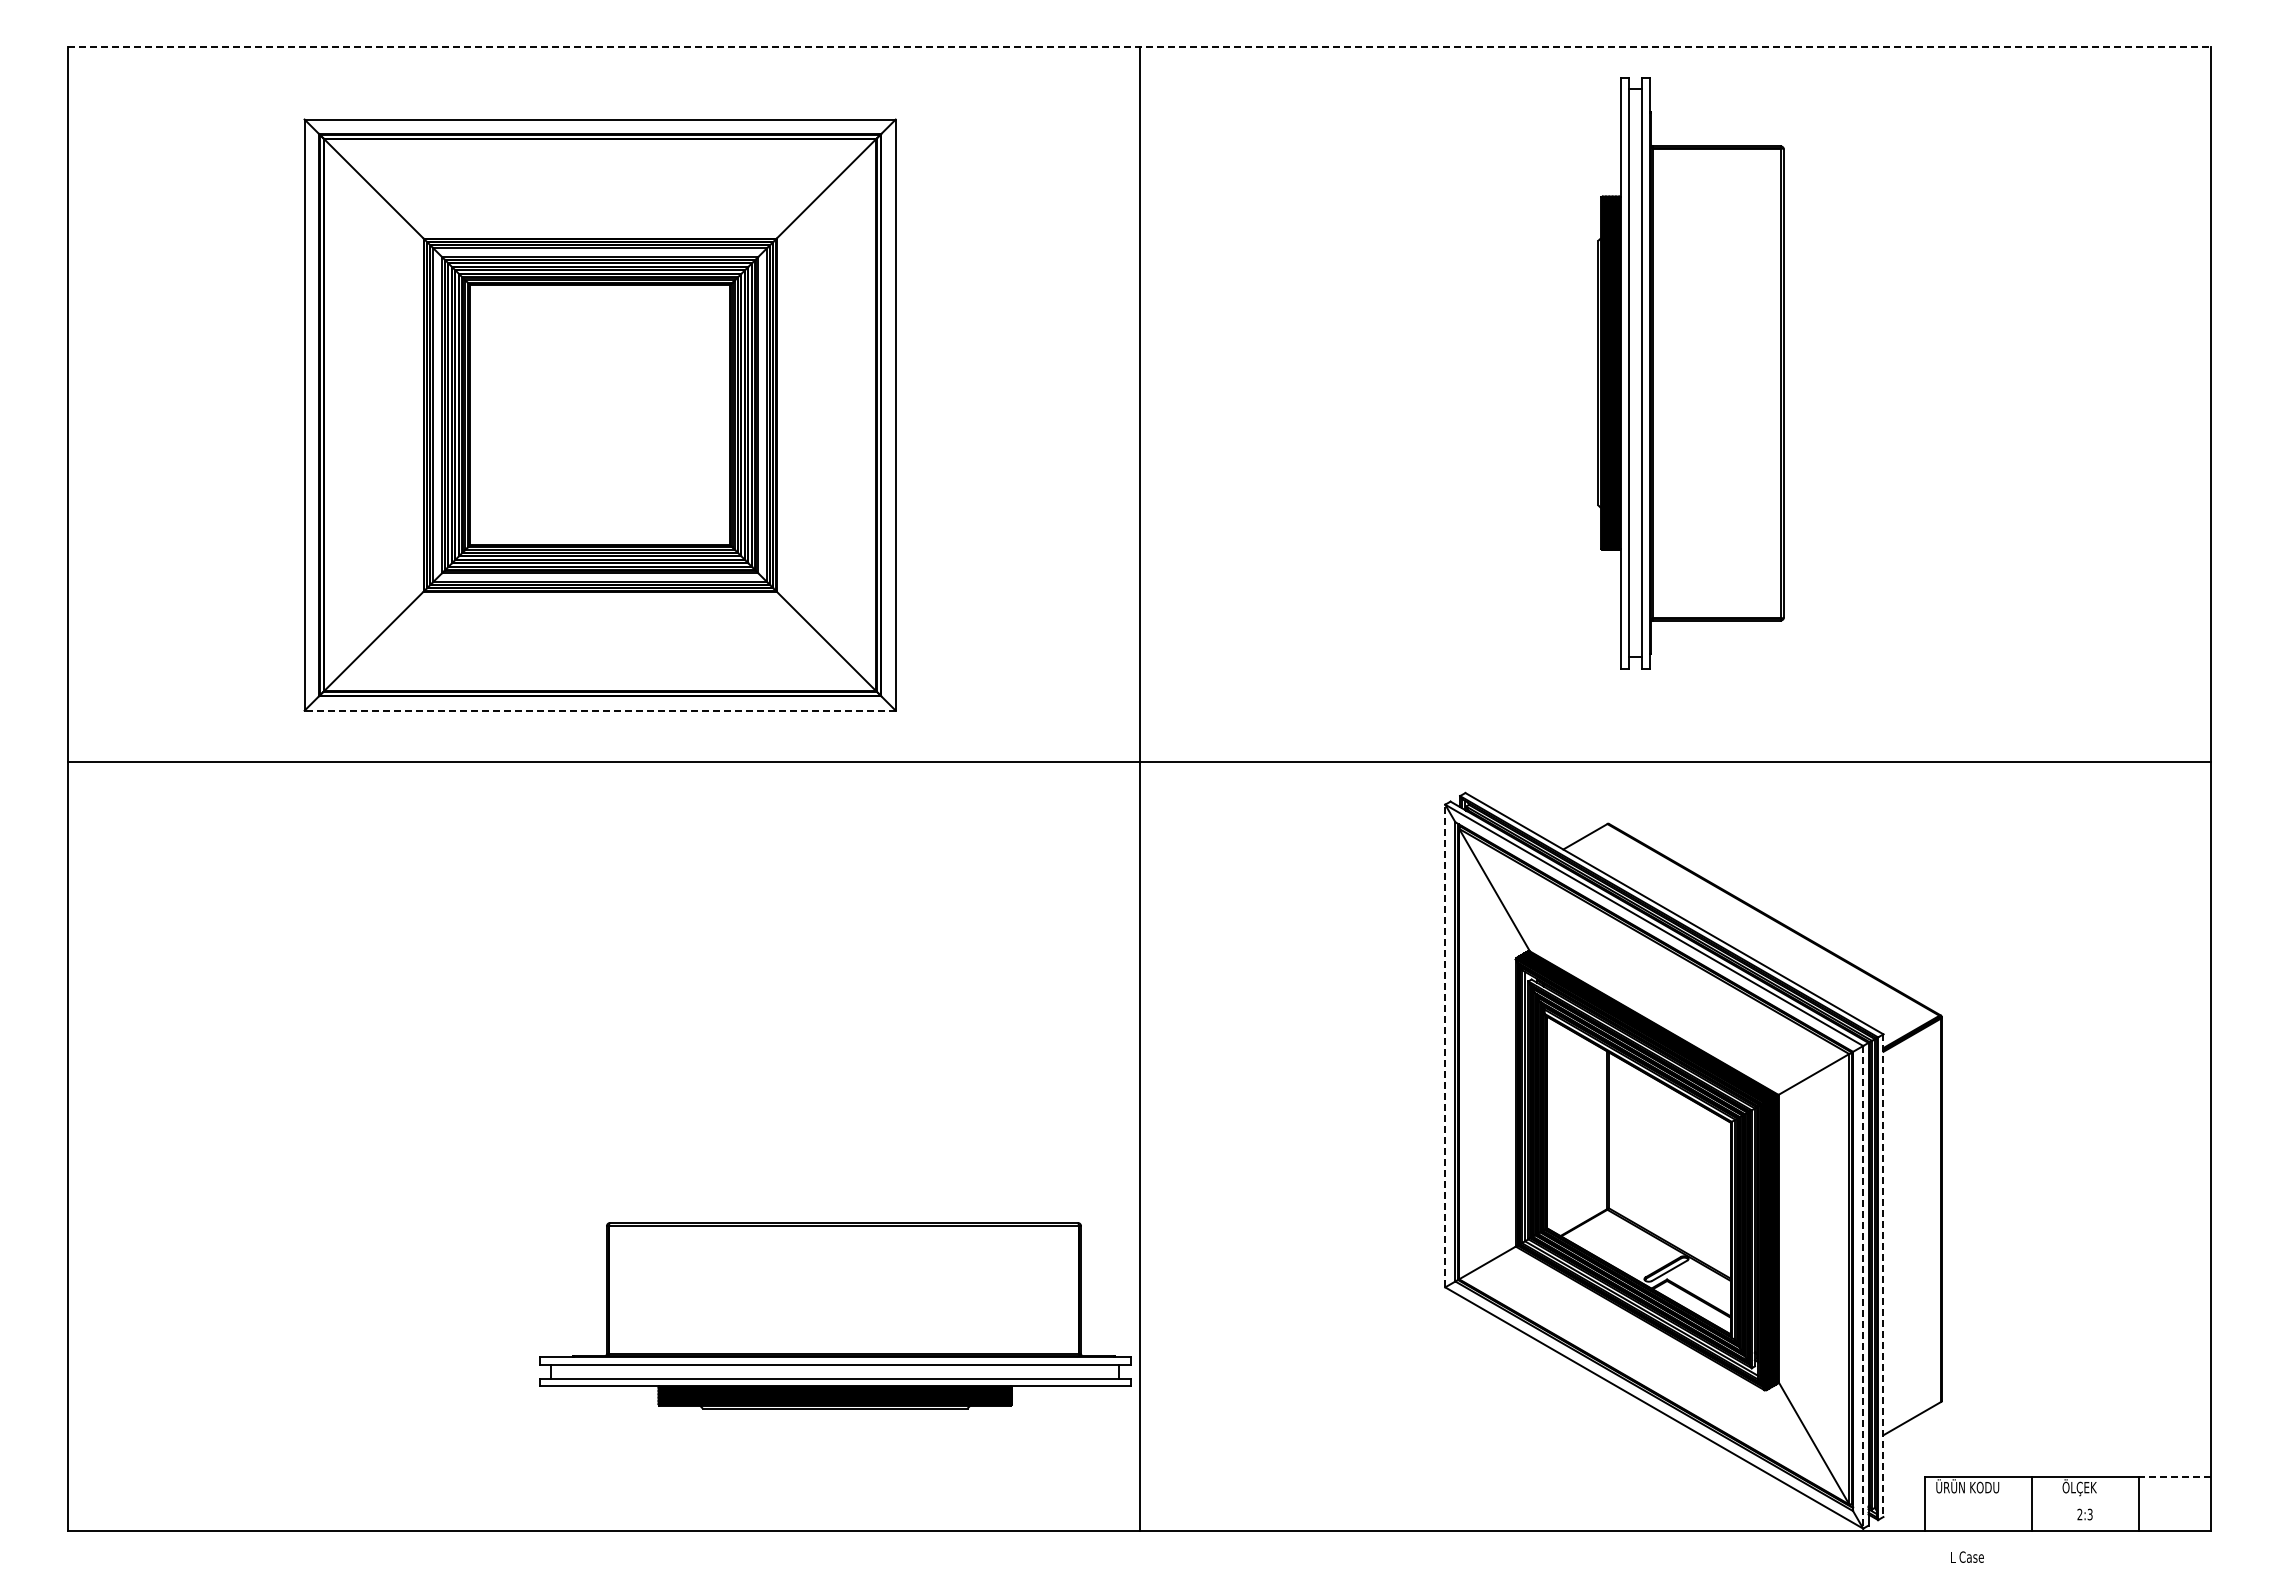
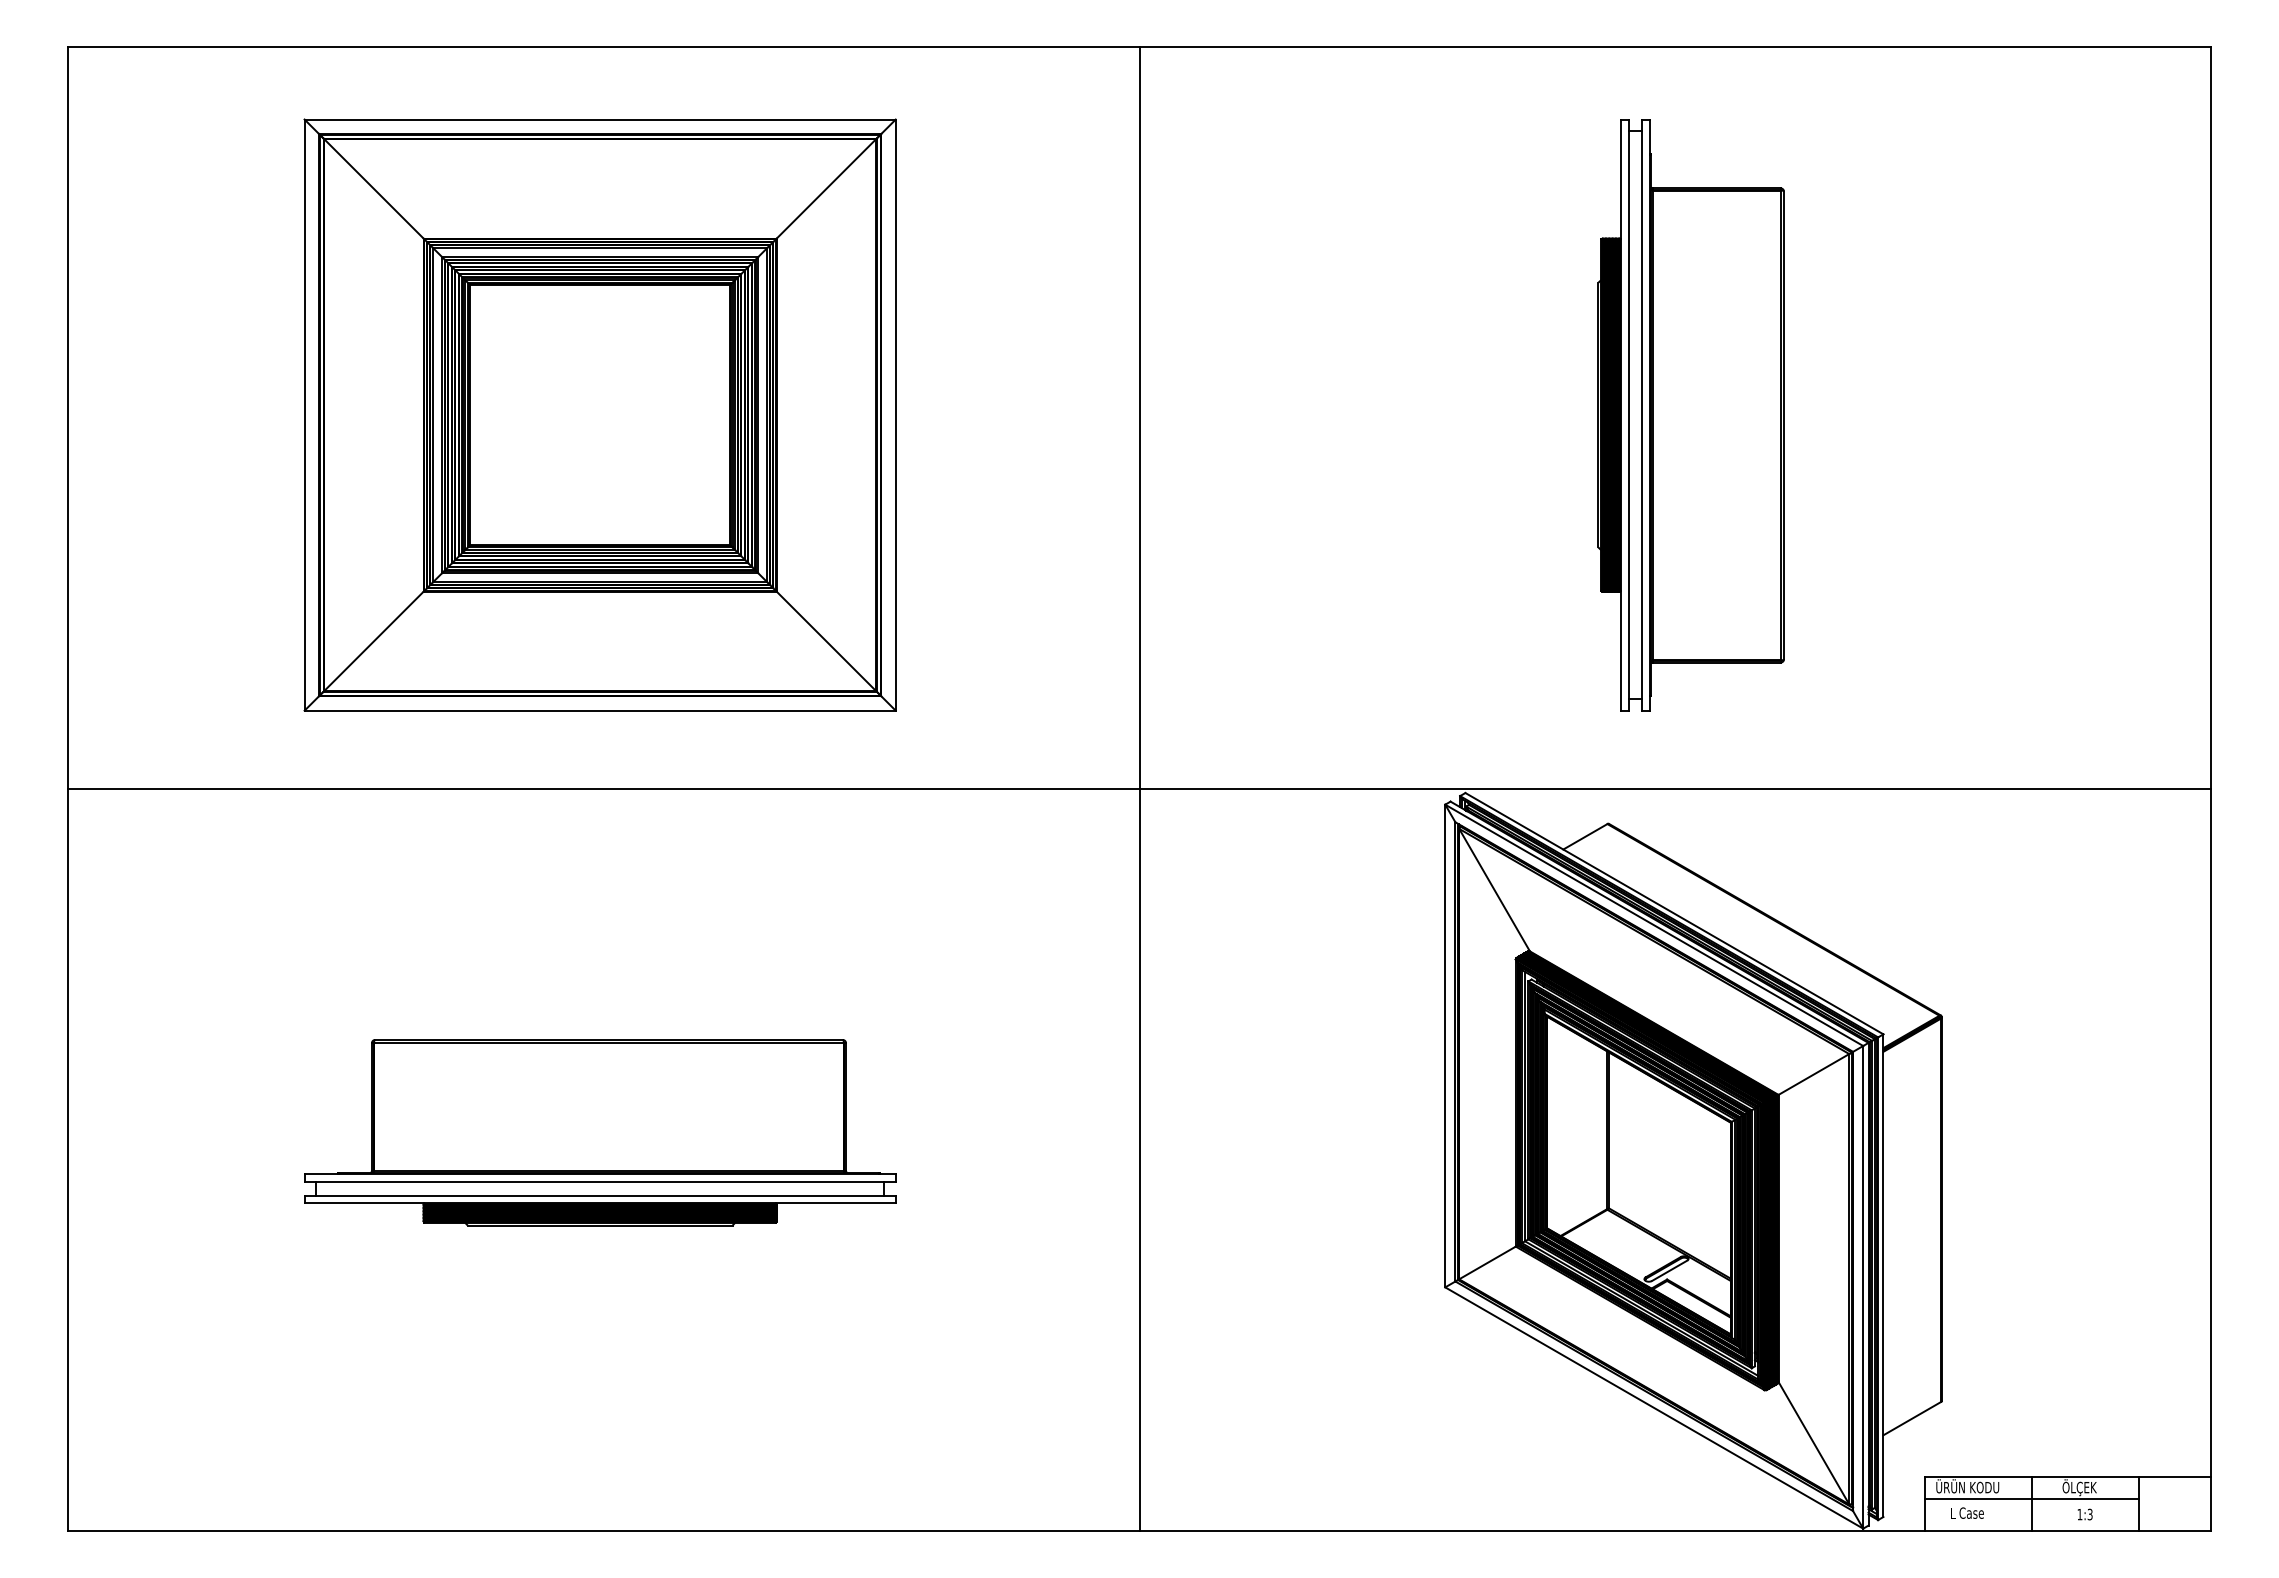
line at (1139, 47): dashed -> solid
part at (1690, 373) position: (1690, 373) -> (1690, 415)
line at (600, 710): dashed -> solid
line at (1139, 762) position: (1139, 762) -> (1139, 789)
line at (1445, 1045): dashed -> solid
line at (1883, 1276): dashed -> solid
line at (1863, 1287): dashed -> solid
part at (835, 1315) position: (835, 1315) -> (600, 1132)
line at (2174, 1477): dashed -> solid
line at (2031, 1498): none -> present
text at (2079, 1514): 2:3 -> 1:3
text at (1967, 1556) position: (1967, 1556) -> (1967, 1512)
